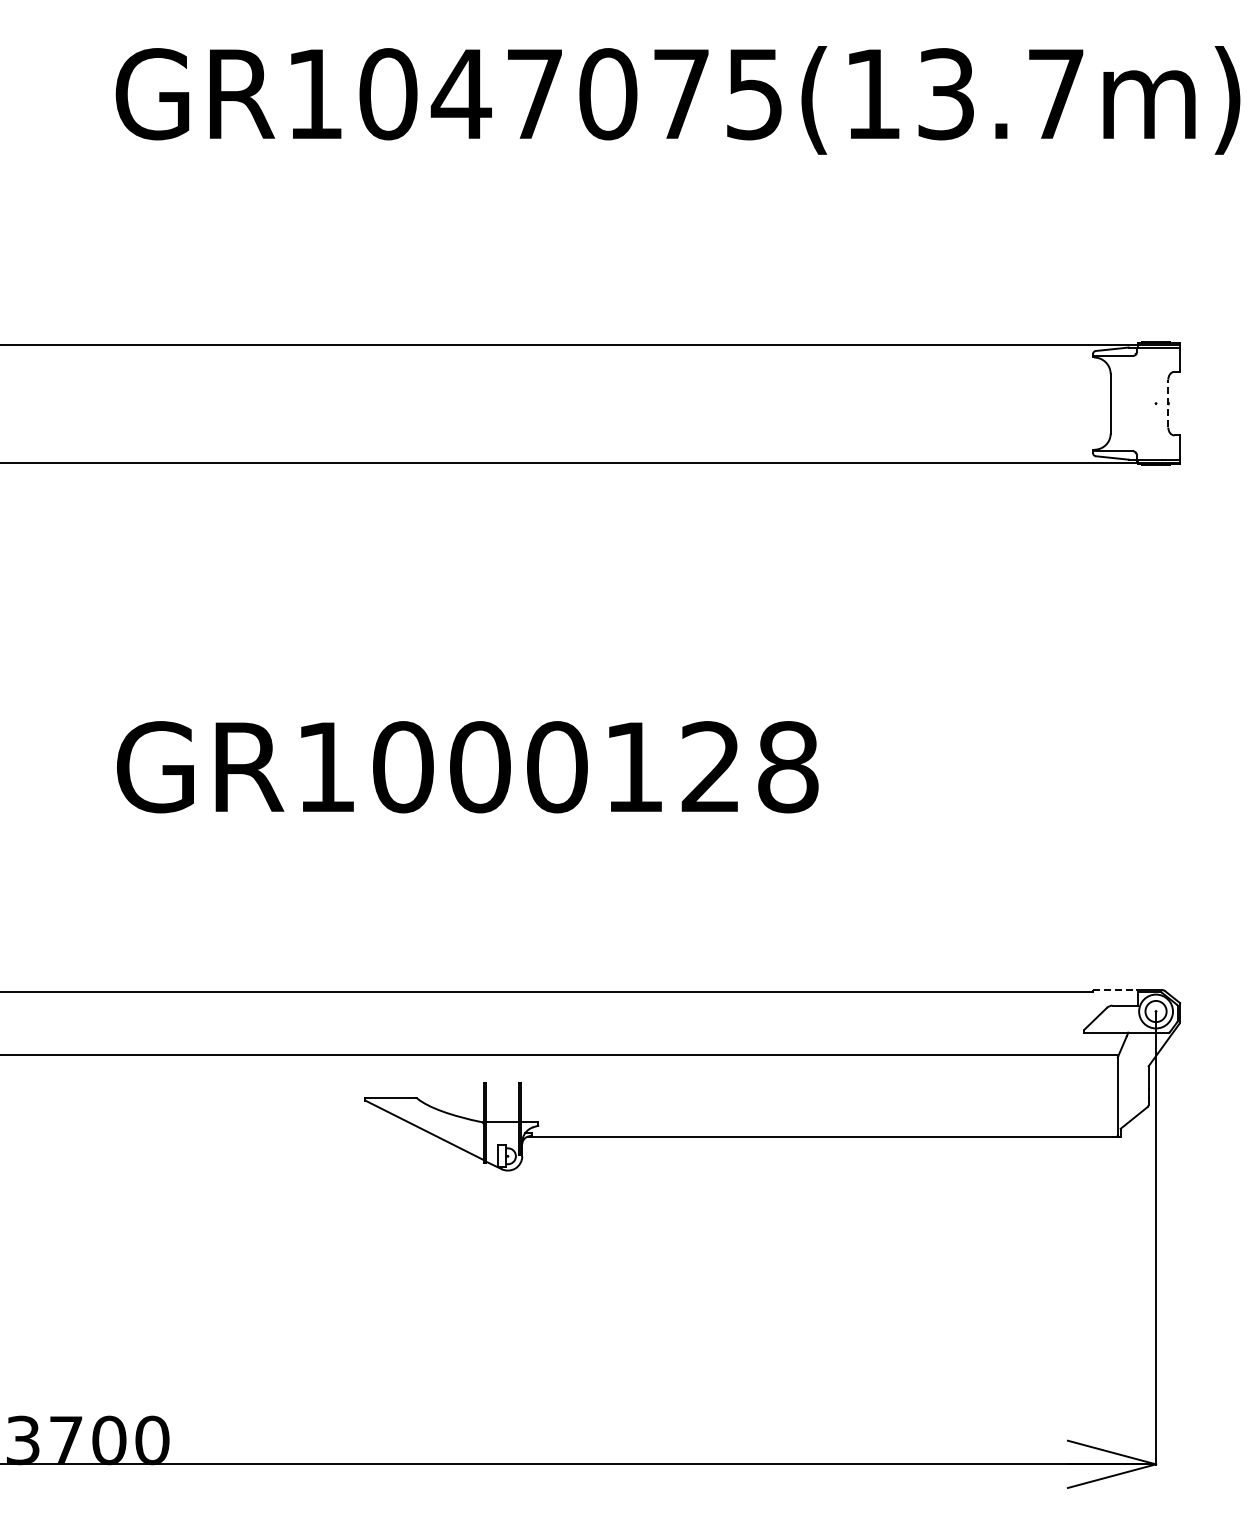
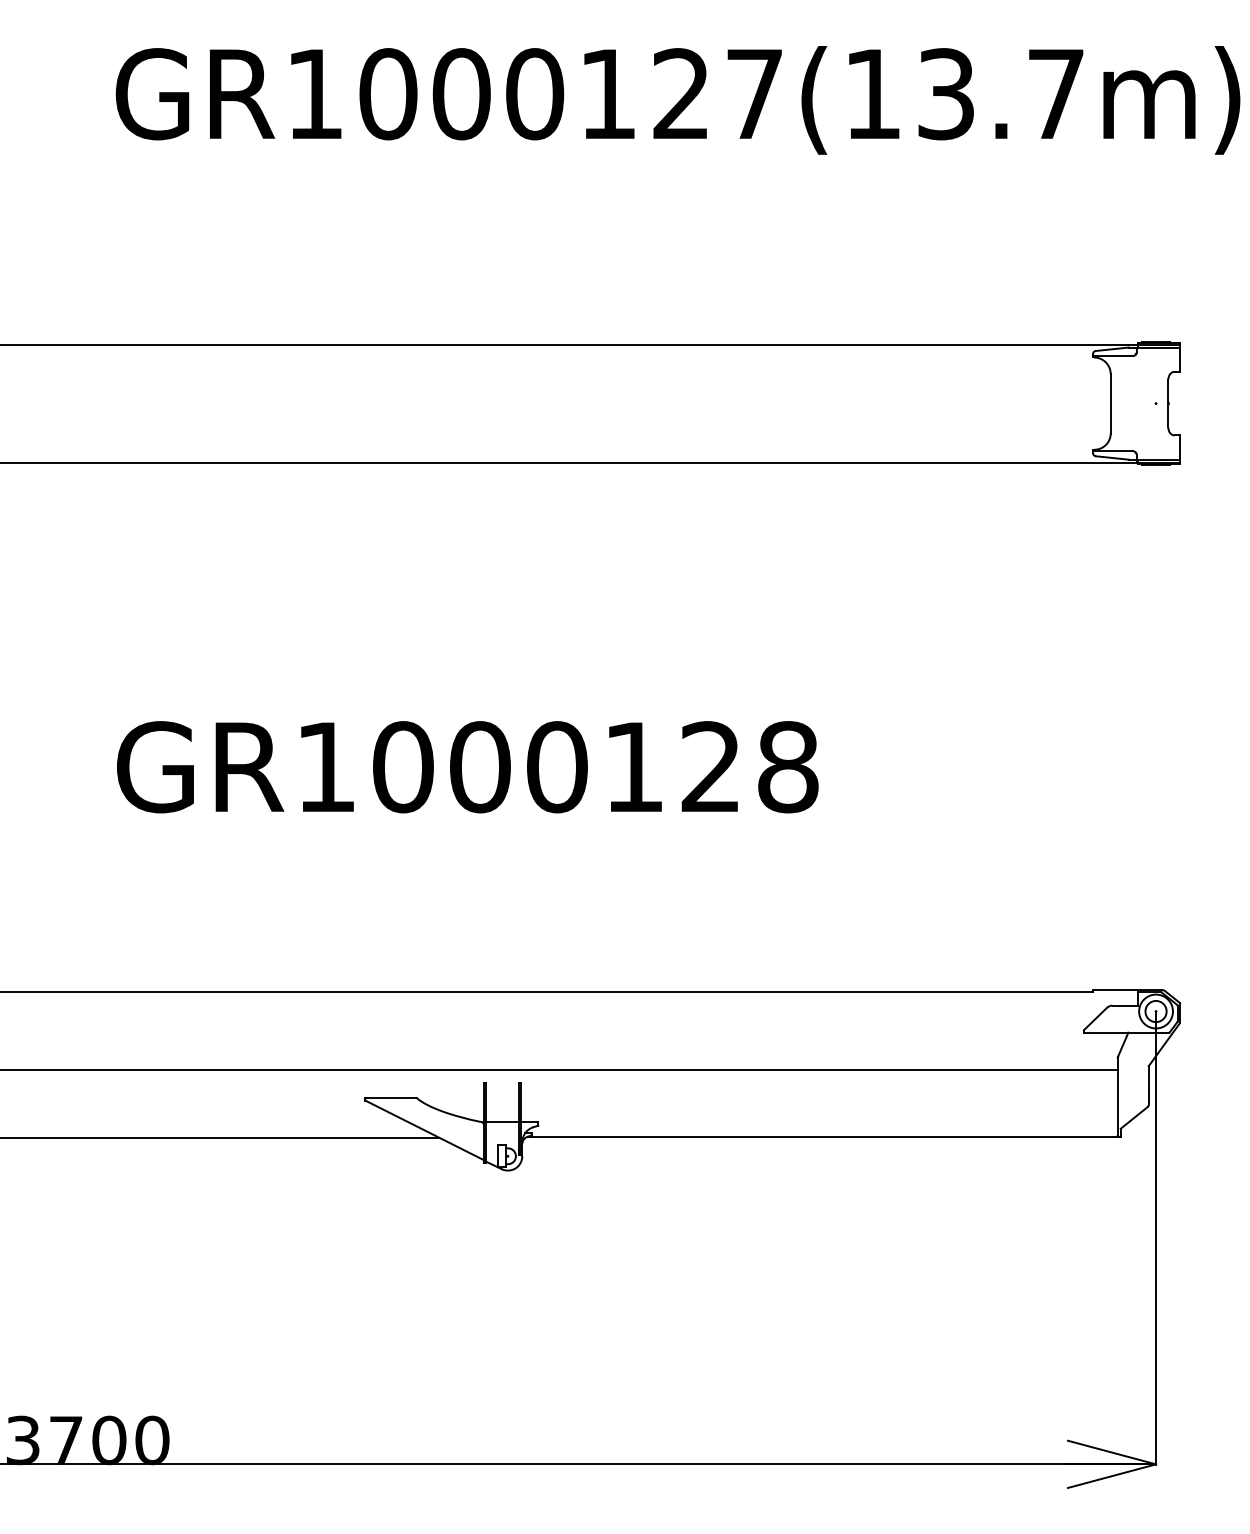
text at (605, 94): GR1047075(13.7m) -> GR1000127(13.7m)
line at (1168, 403): dashed -> solid
line at (1115, 990): dashed -> solid
line at (559, 1054) position: (559, 1054) -> (559, 1069)
line at (220, 1137): none -> present
